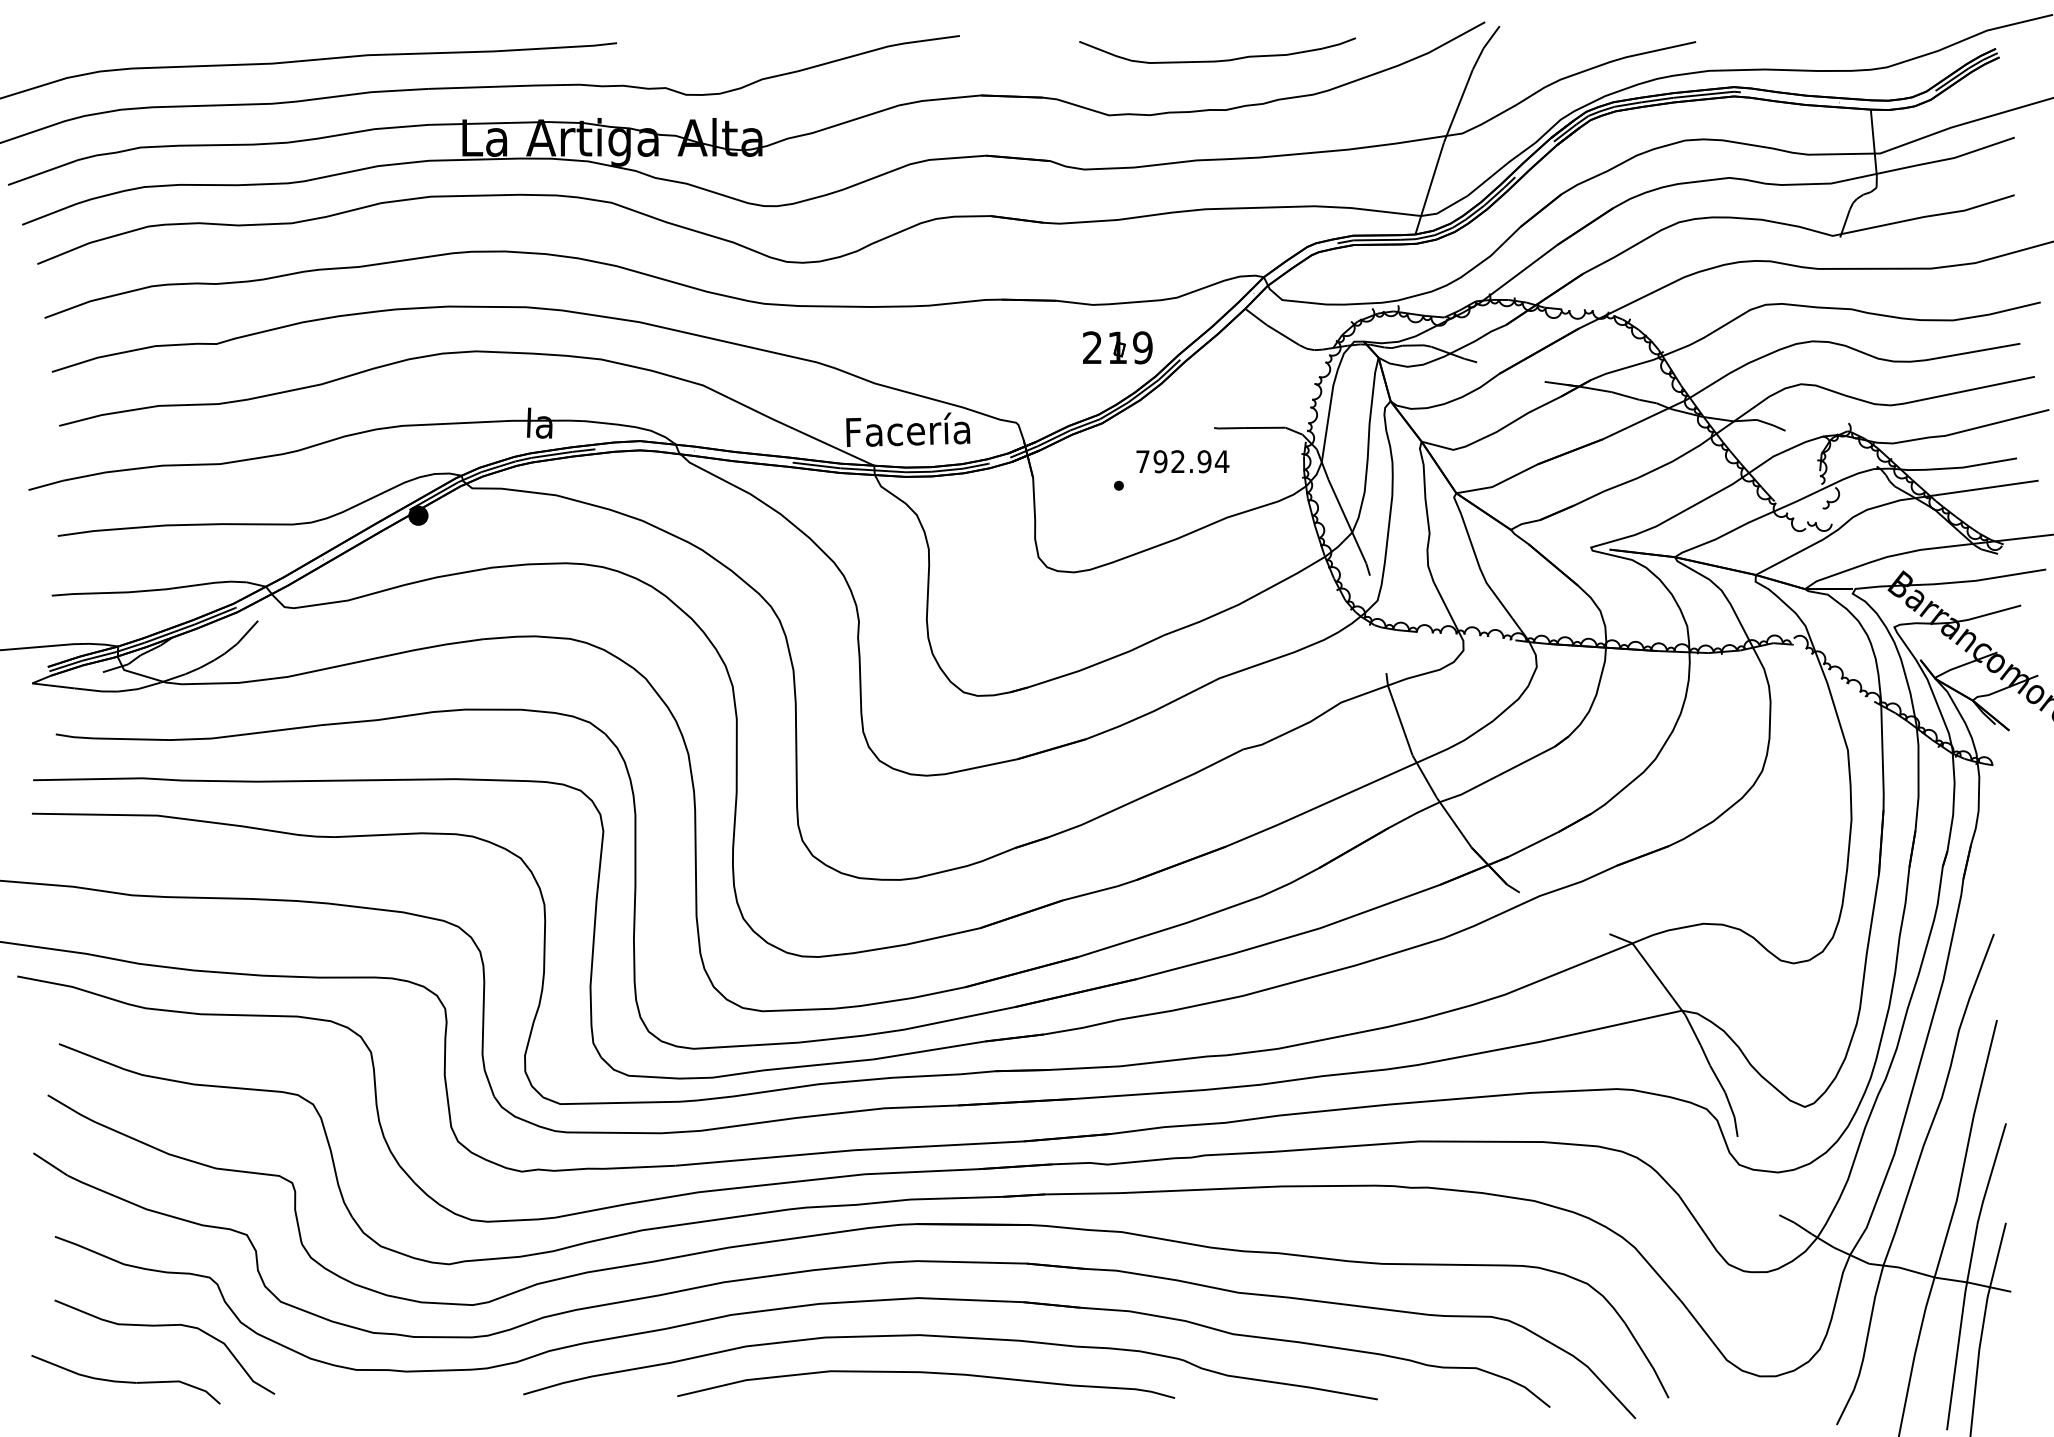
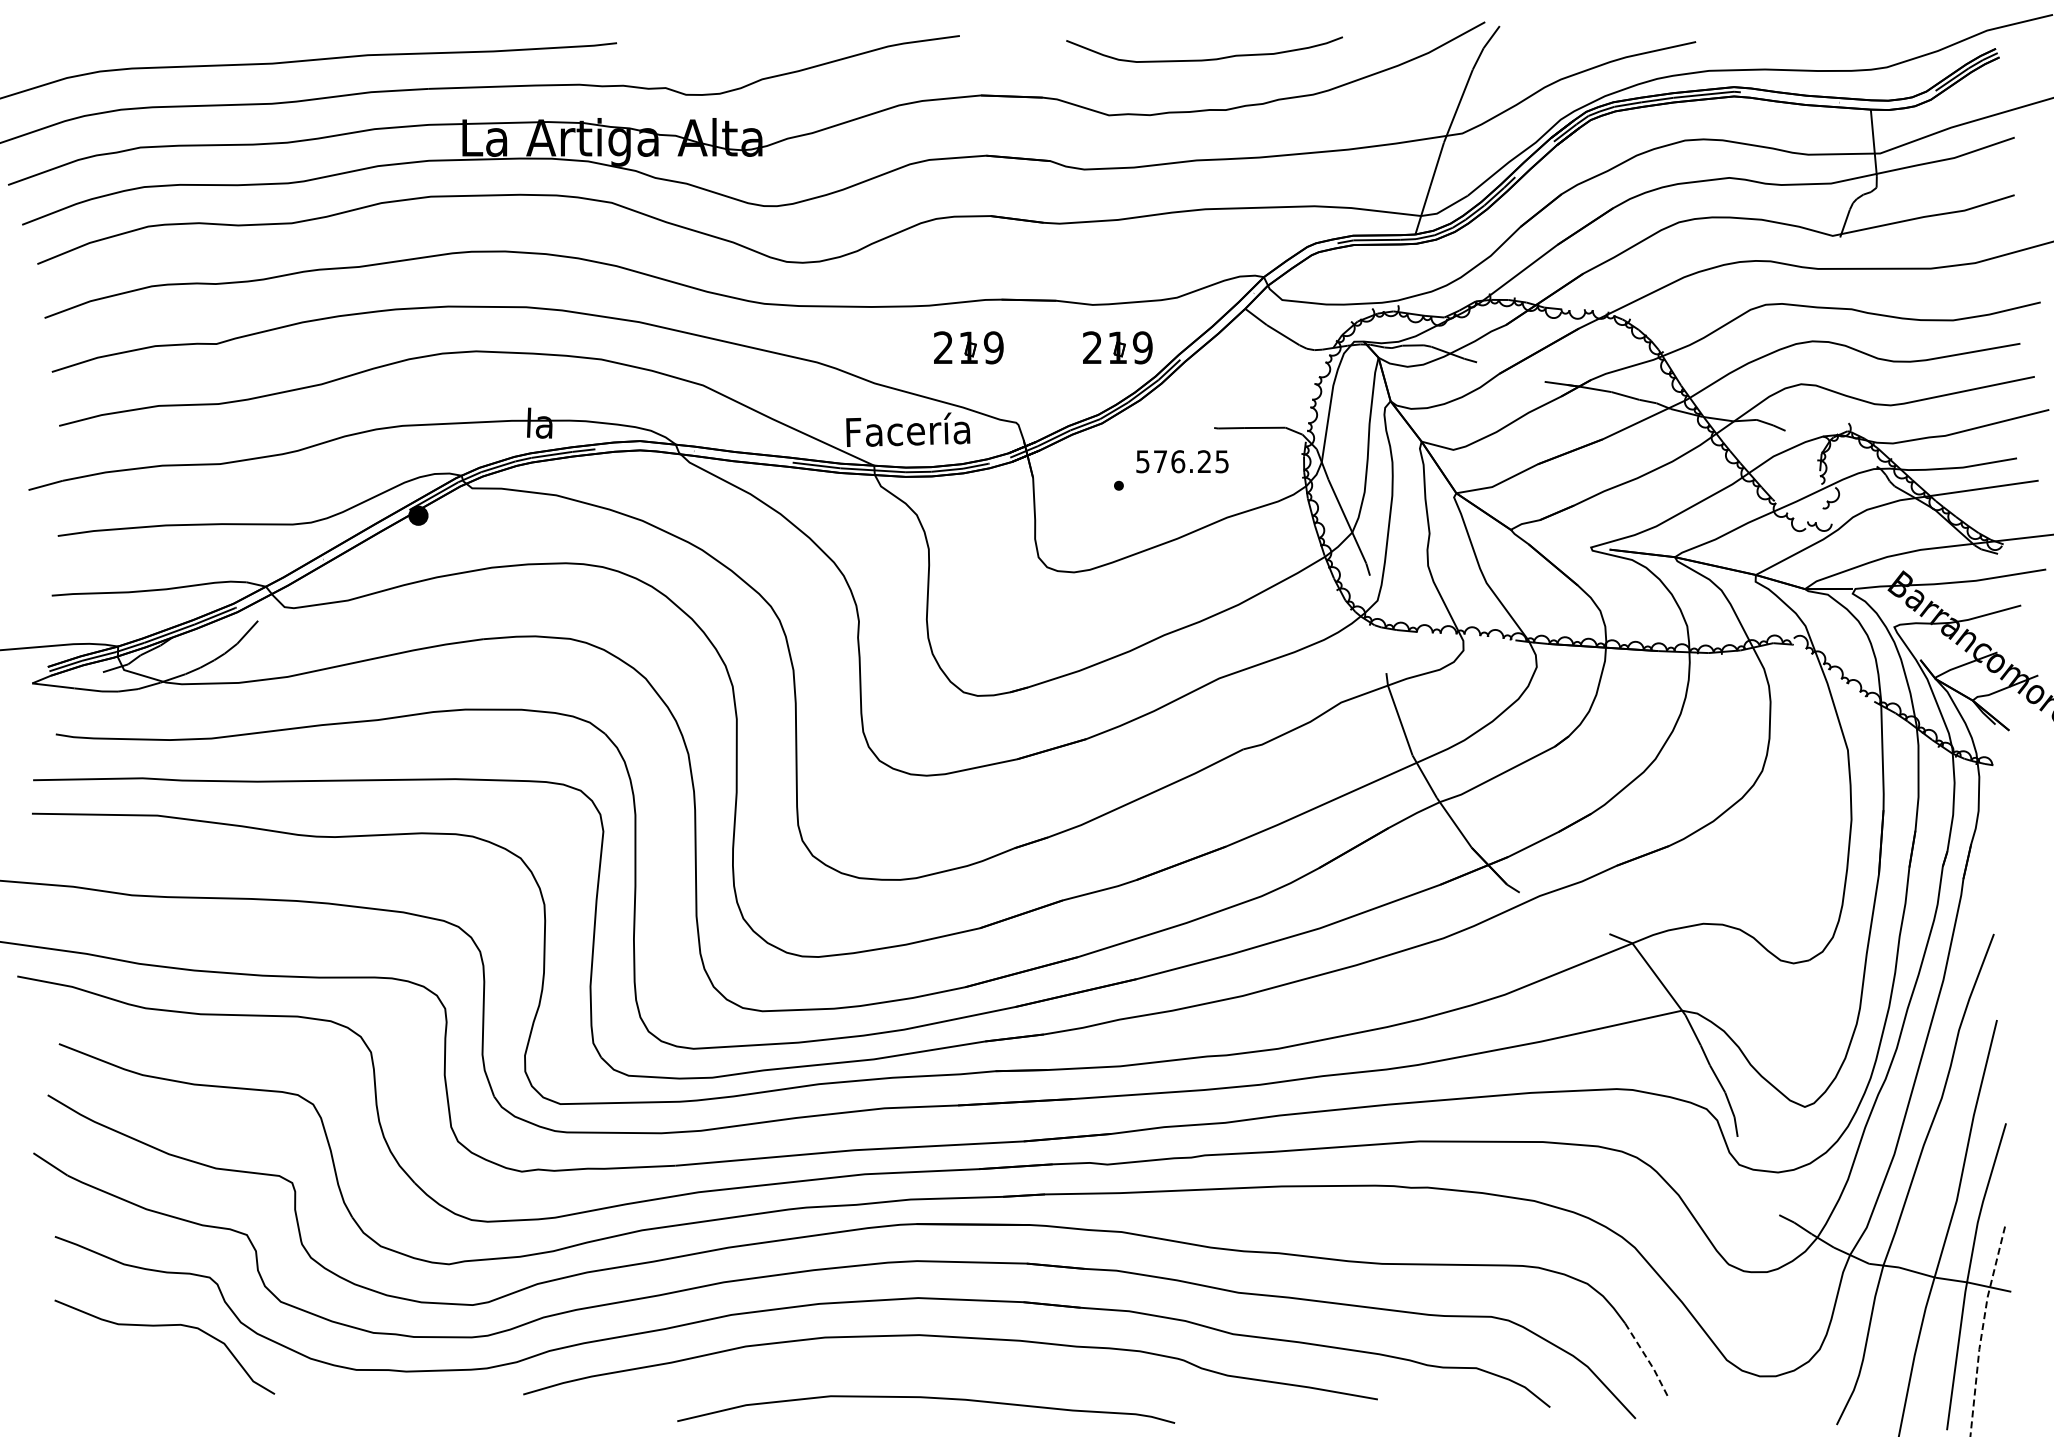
curve at (1217, 60) position: (1217, 60) -> (1204, 59)
part at (968, 347): none -> present
text at (1182, 461): 792.94 -> 576.25
line at (1982, 1328): solid -> dashed
line at (1648, 1360): solid -> dashed
curve at (926, 1373) position: (926, 1373) -> (926, 1398)
part at (125, 1379): present -> none
